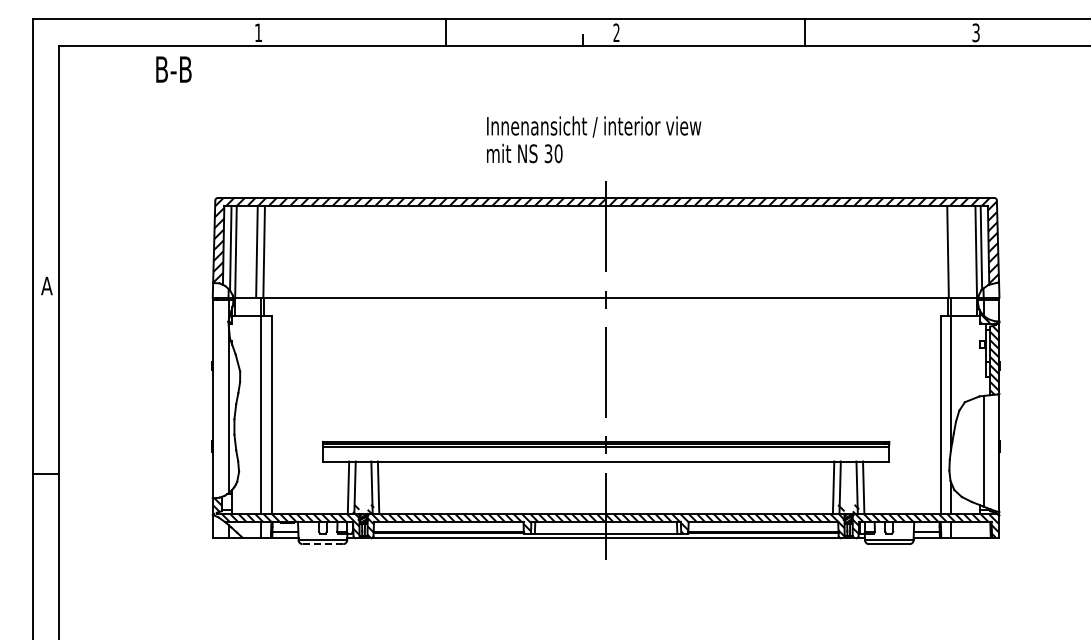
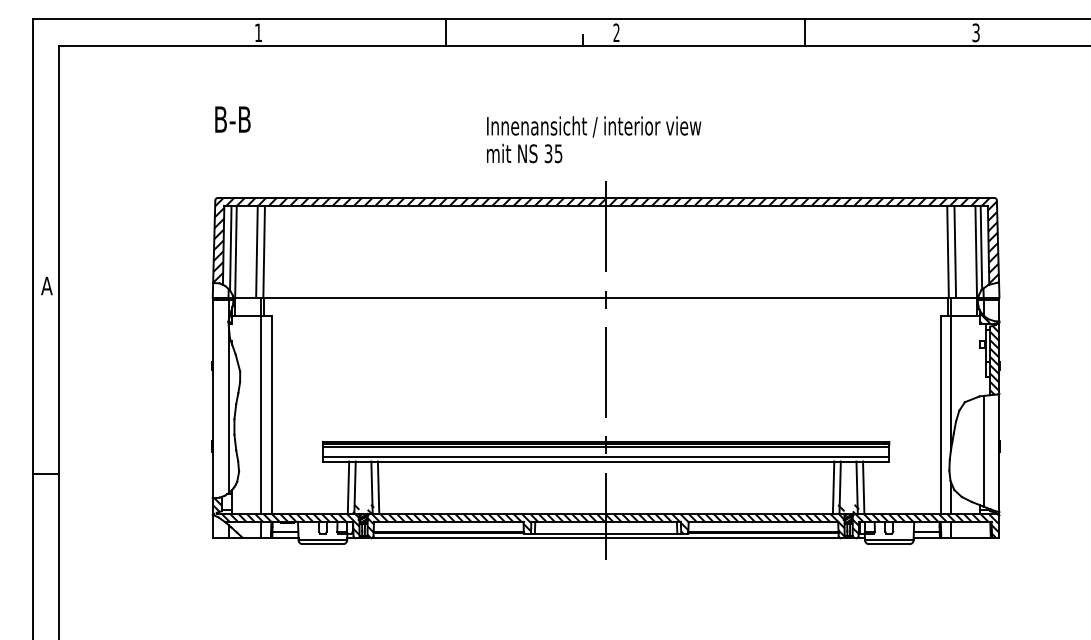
text at (173, 69) position: (173, 69) -> (232, 119)
text at (558, 153): 30 -> 35
line at (955, 251): none -> present
line at (605, 456): none -> present
line at (323, 544): dashed -> solid
